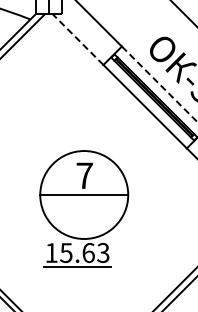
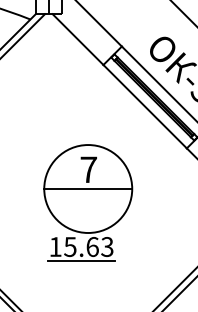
line at (78, 39): dashed -> solid
line at (160, 84): dashed -> solid
part at (84, 208) position: (84, 208) -> (88, 202)
